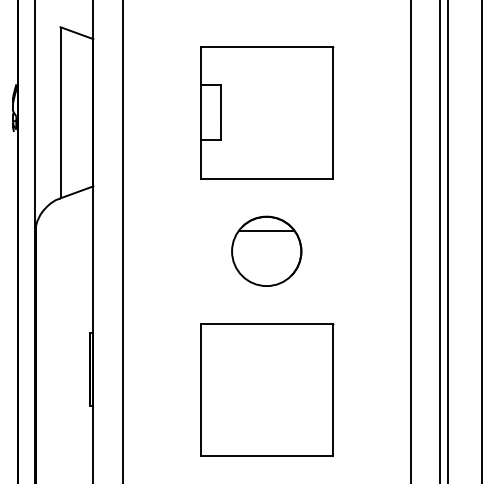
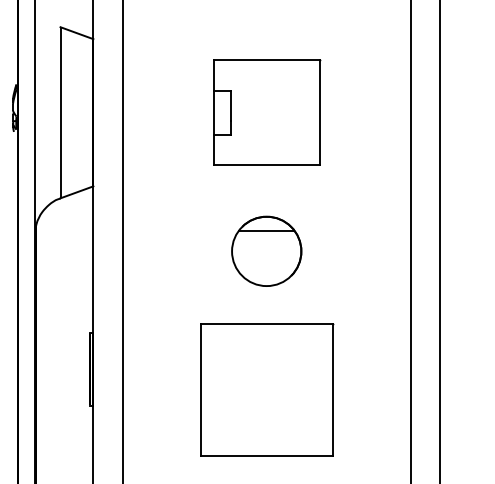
part at (267, 112) size: 135x134 px -> 109x107 px
line at (448, 241): present -> none
line at (481, 241): present -> none
